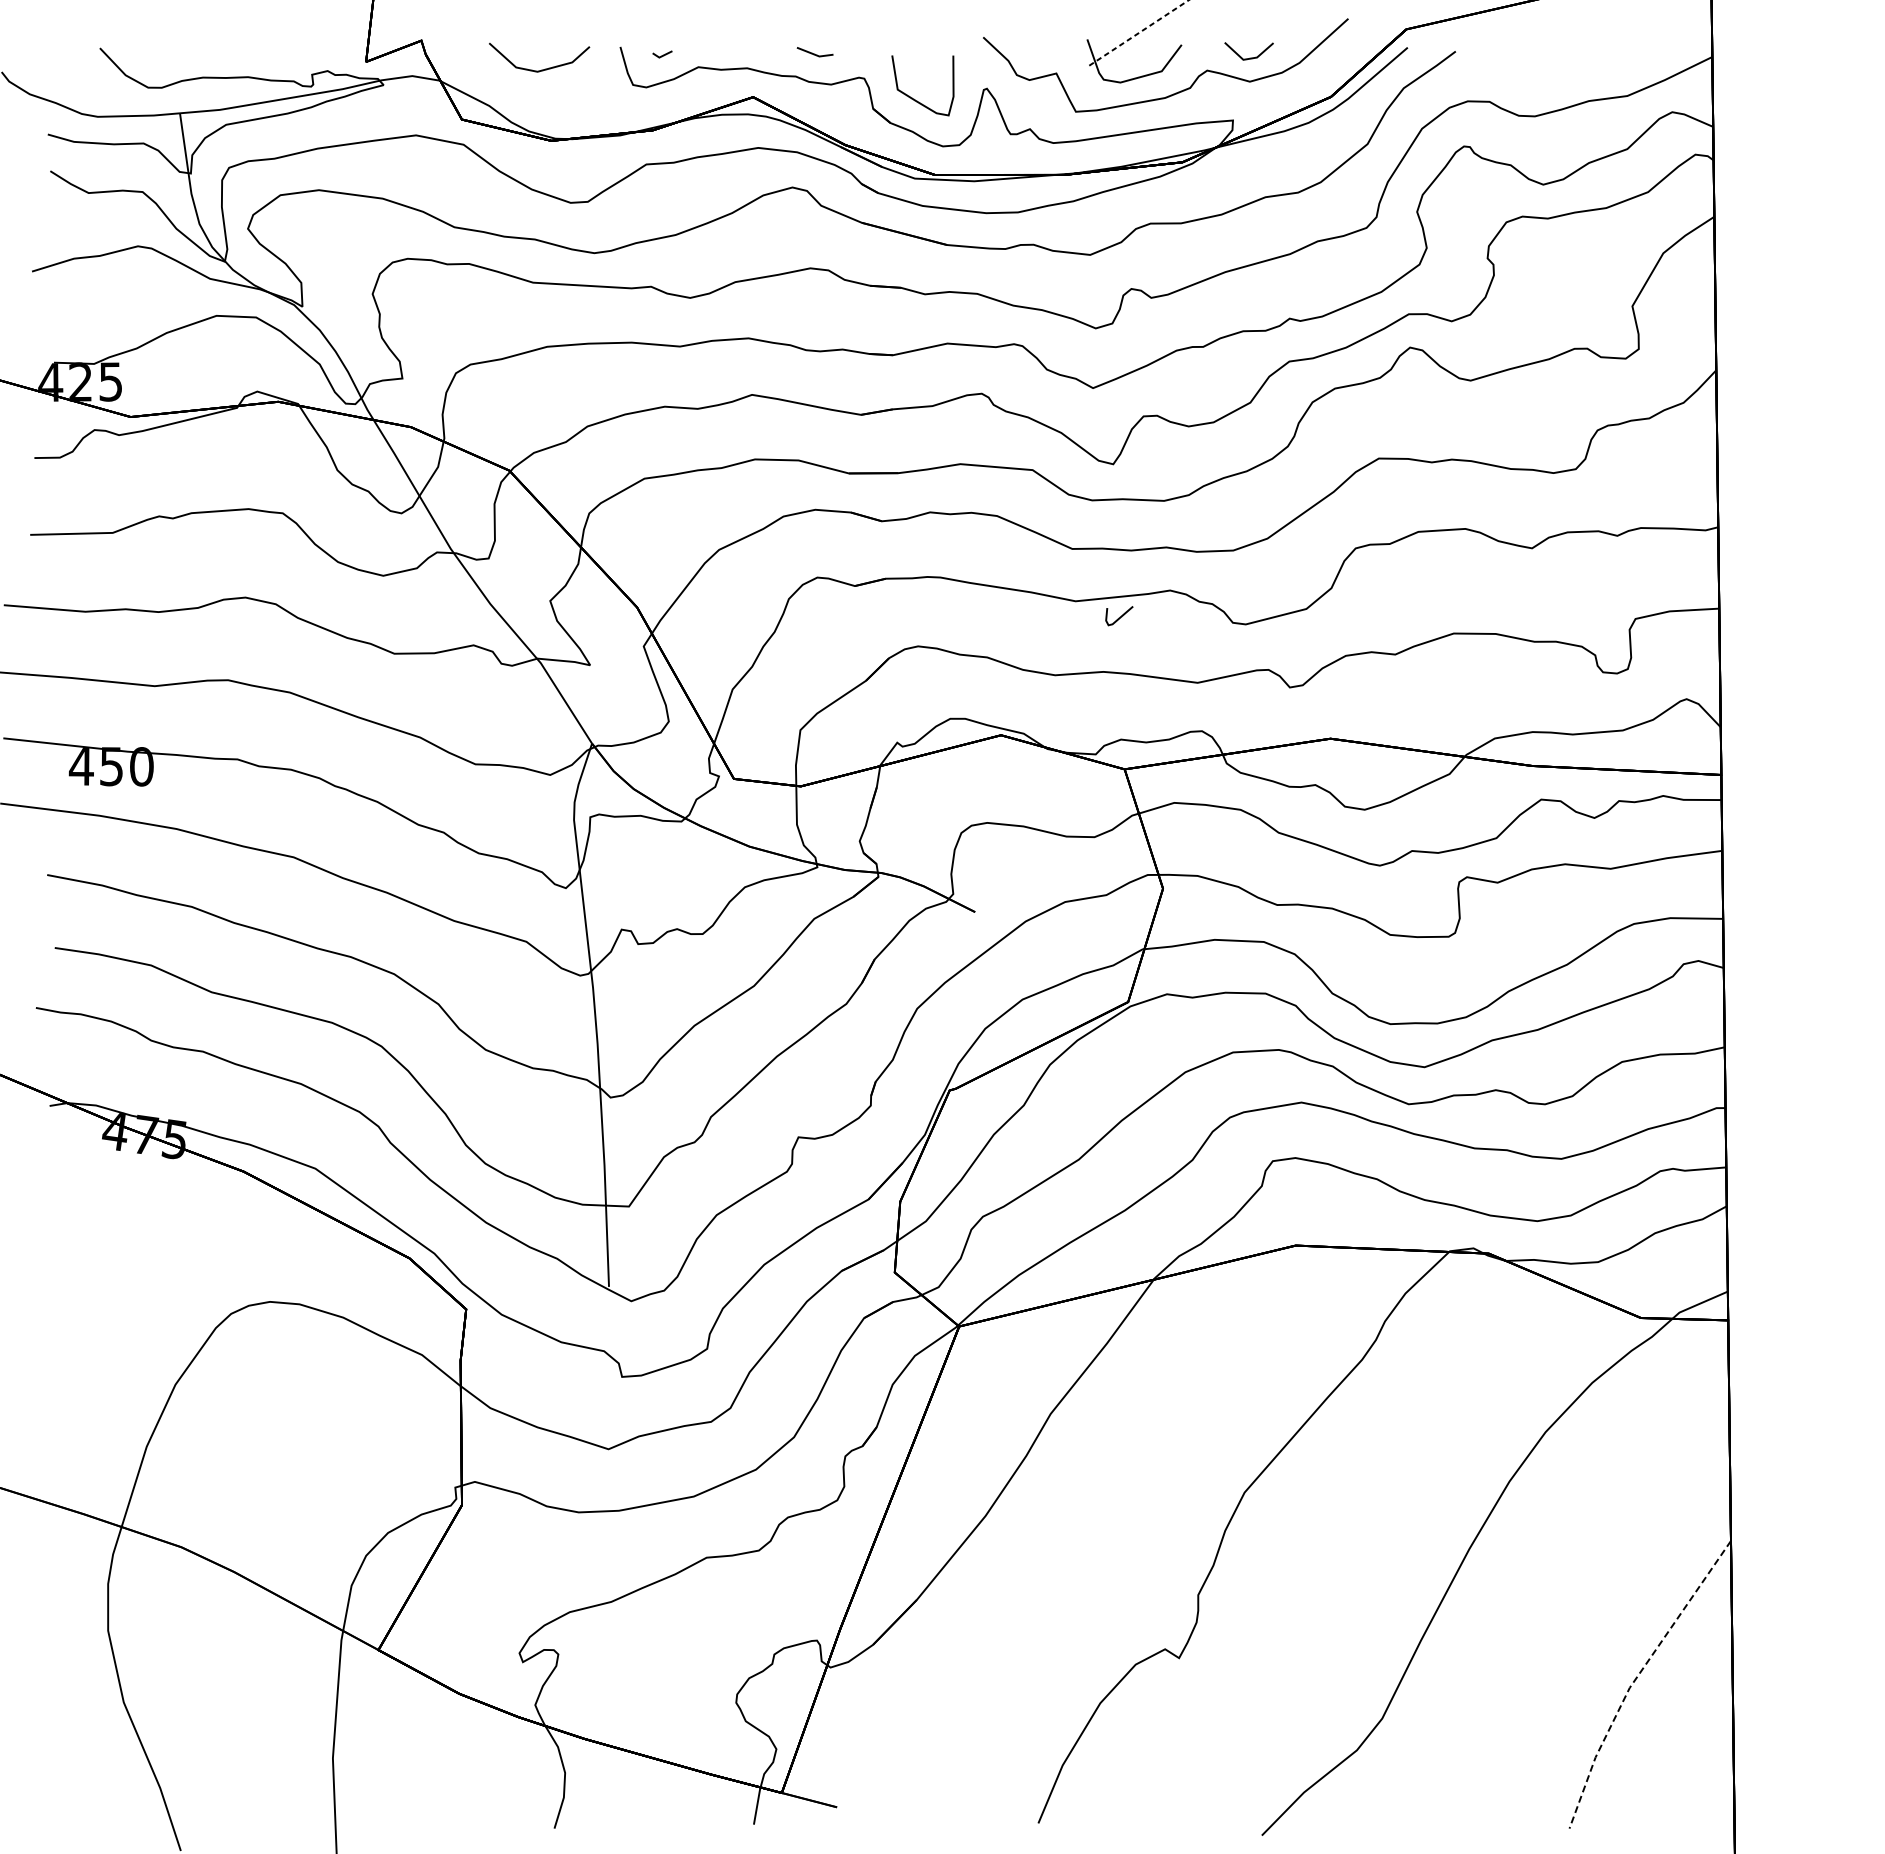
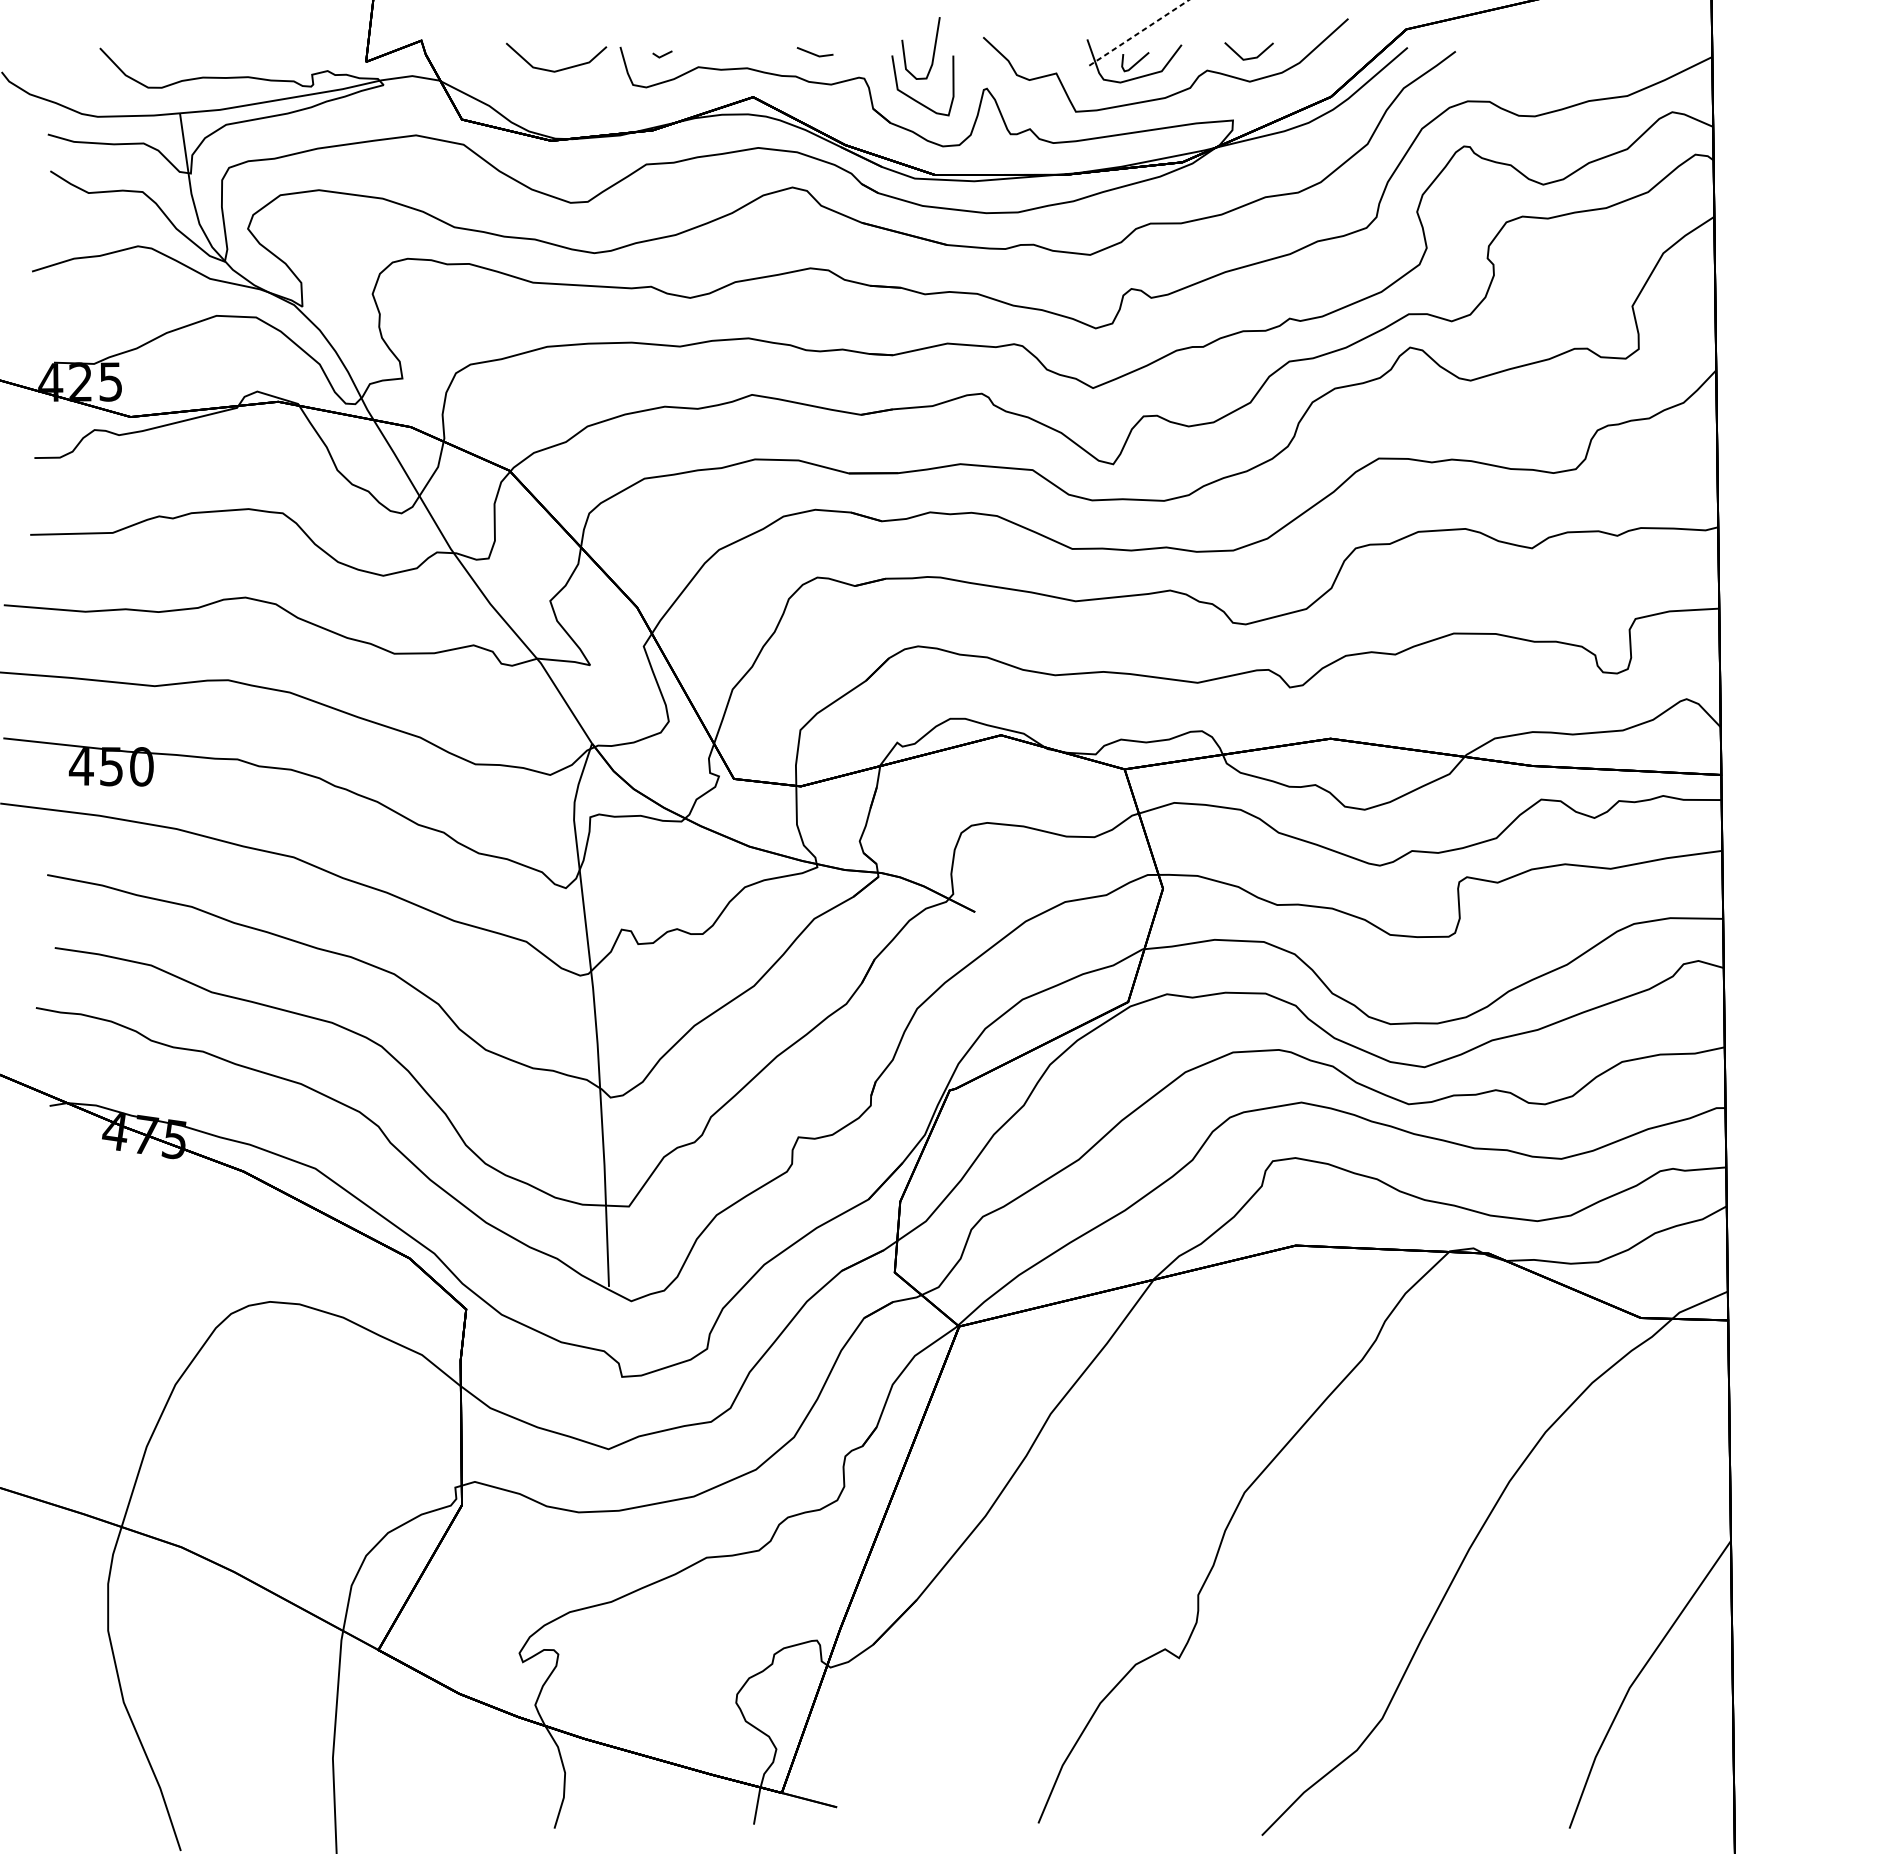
curve at (933, 49): none -> present
line at (541, 69) position: (541, 69) -> (558, 69)
line at (1120, 616) position: (1120, 616) -> (1136, 62)
line at (1636, 1678): dashed -> solid
